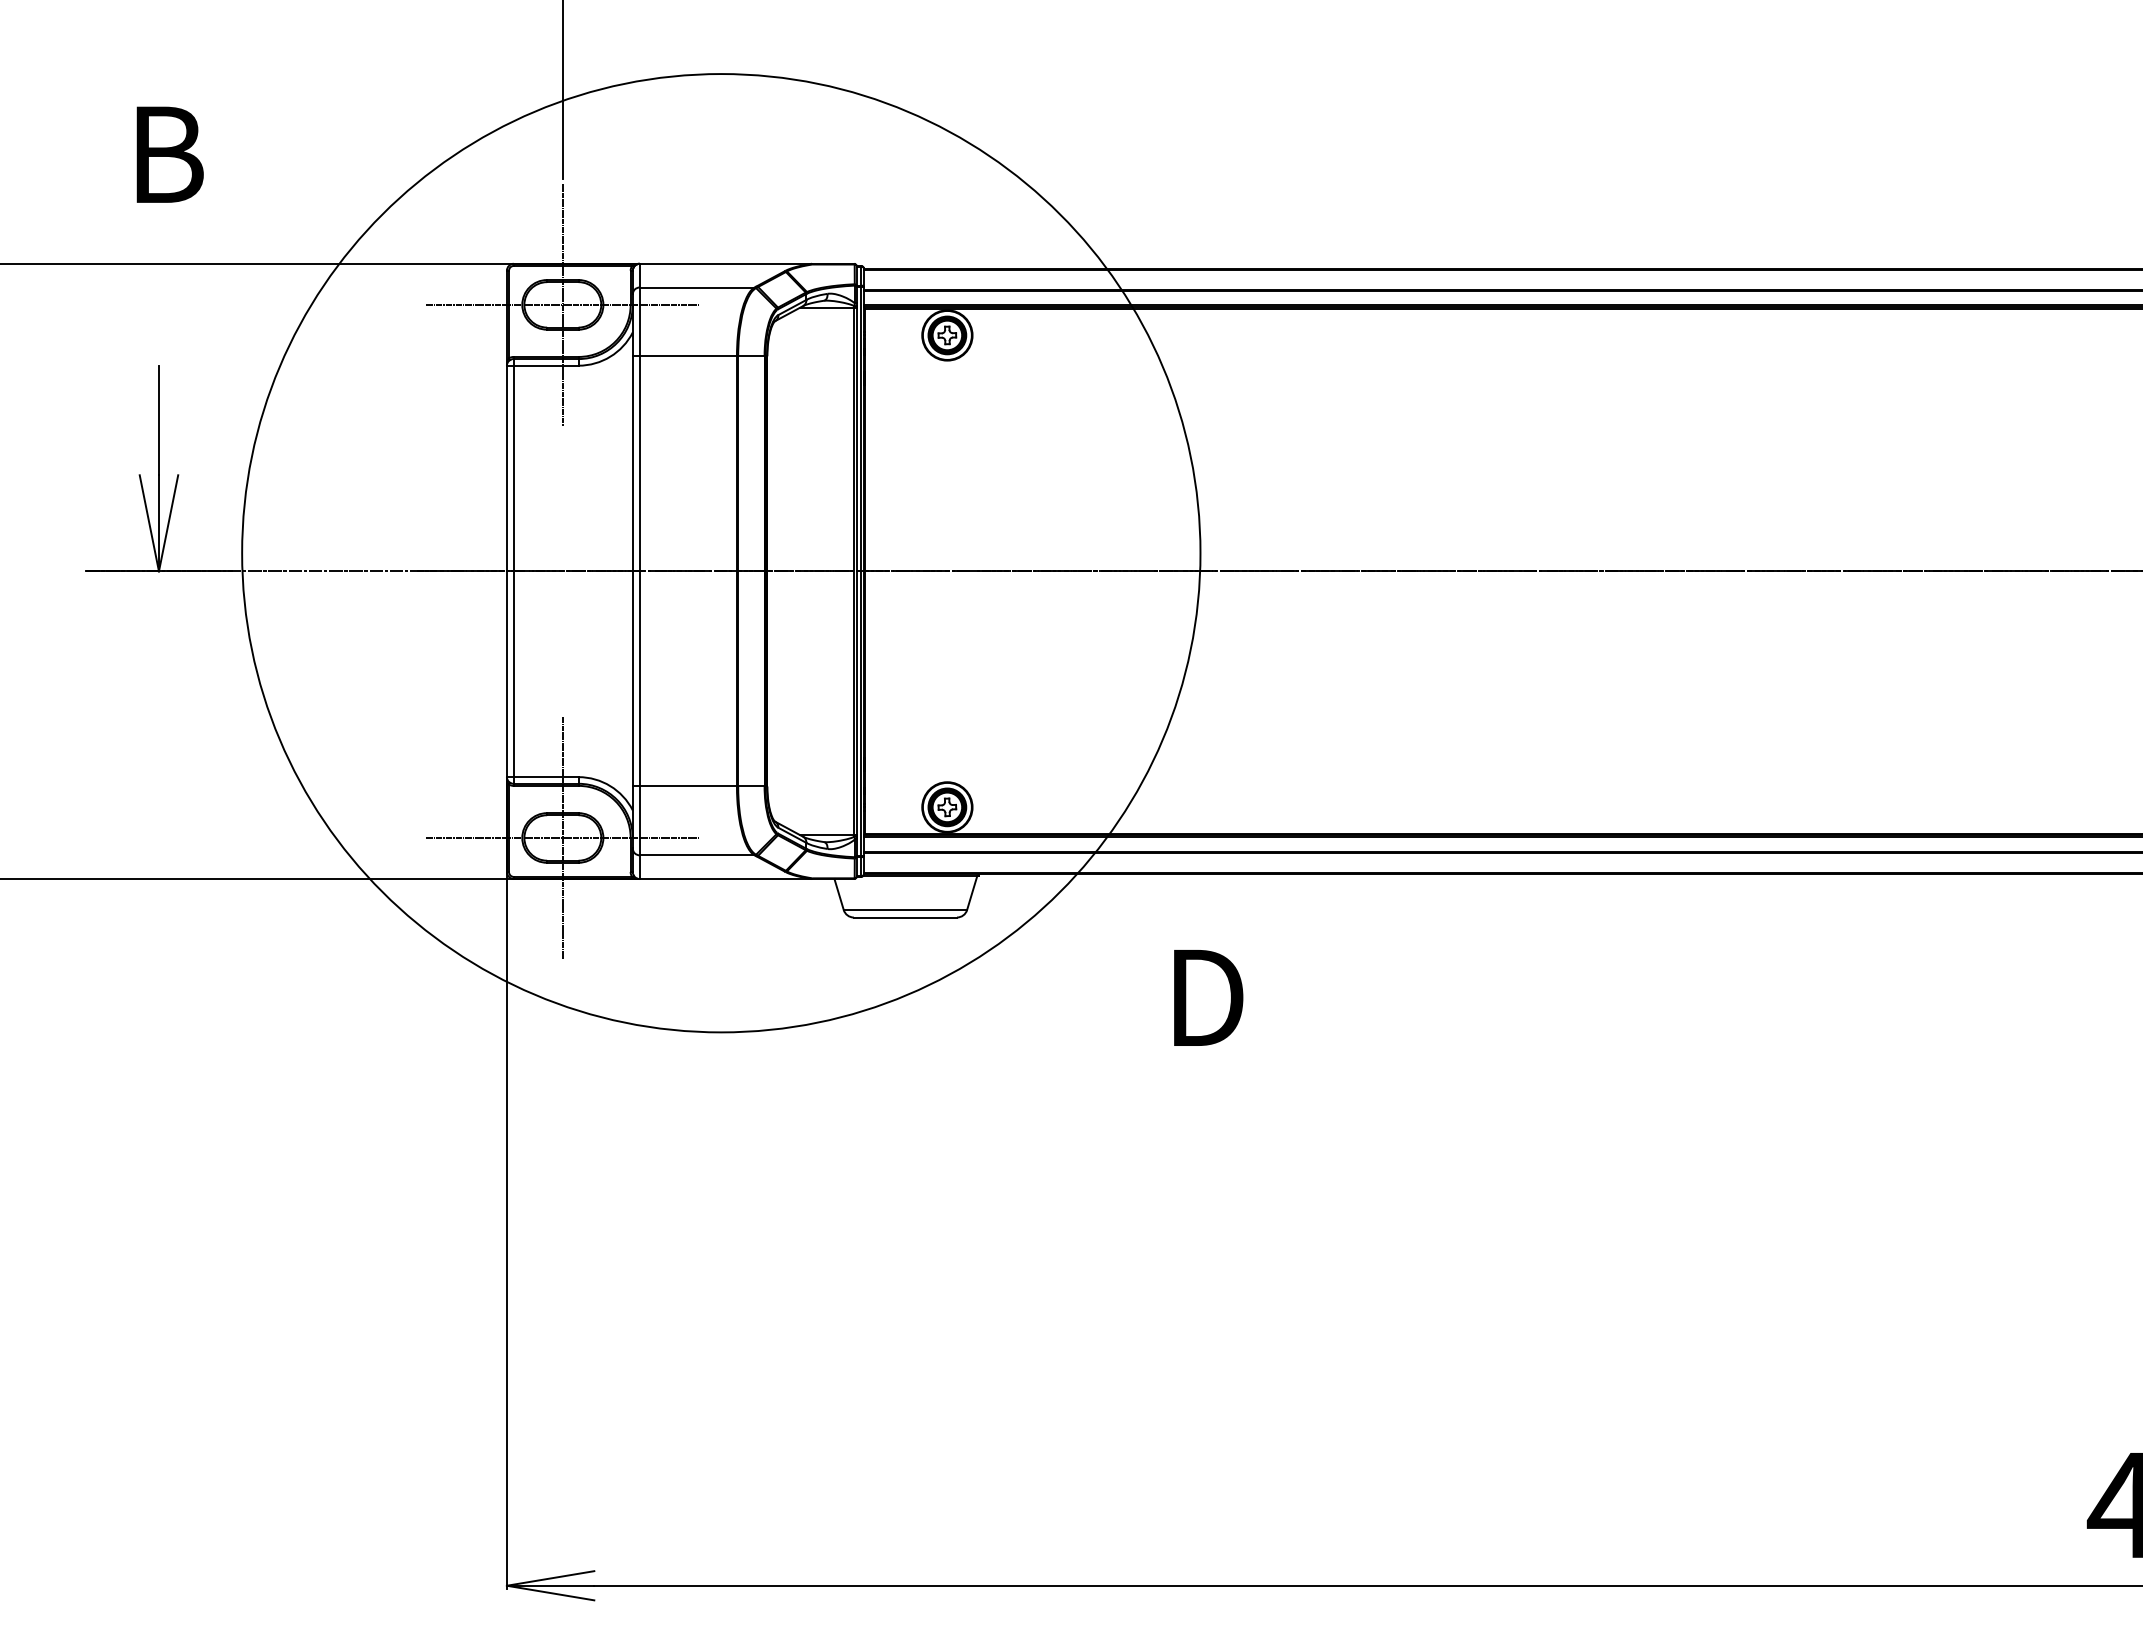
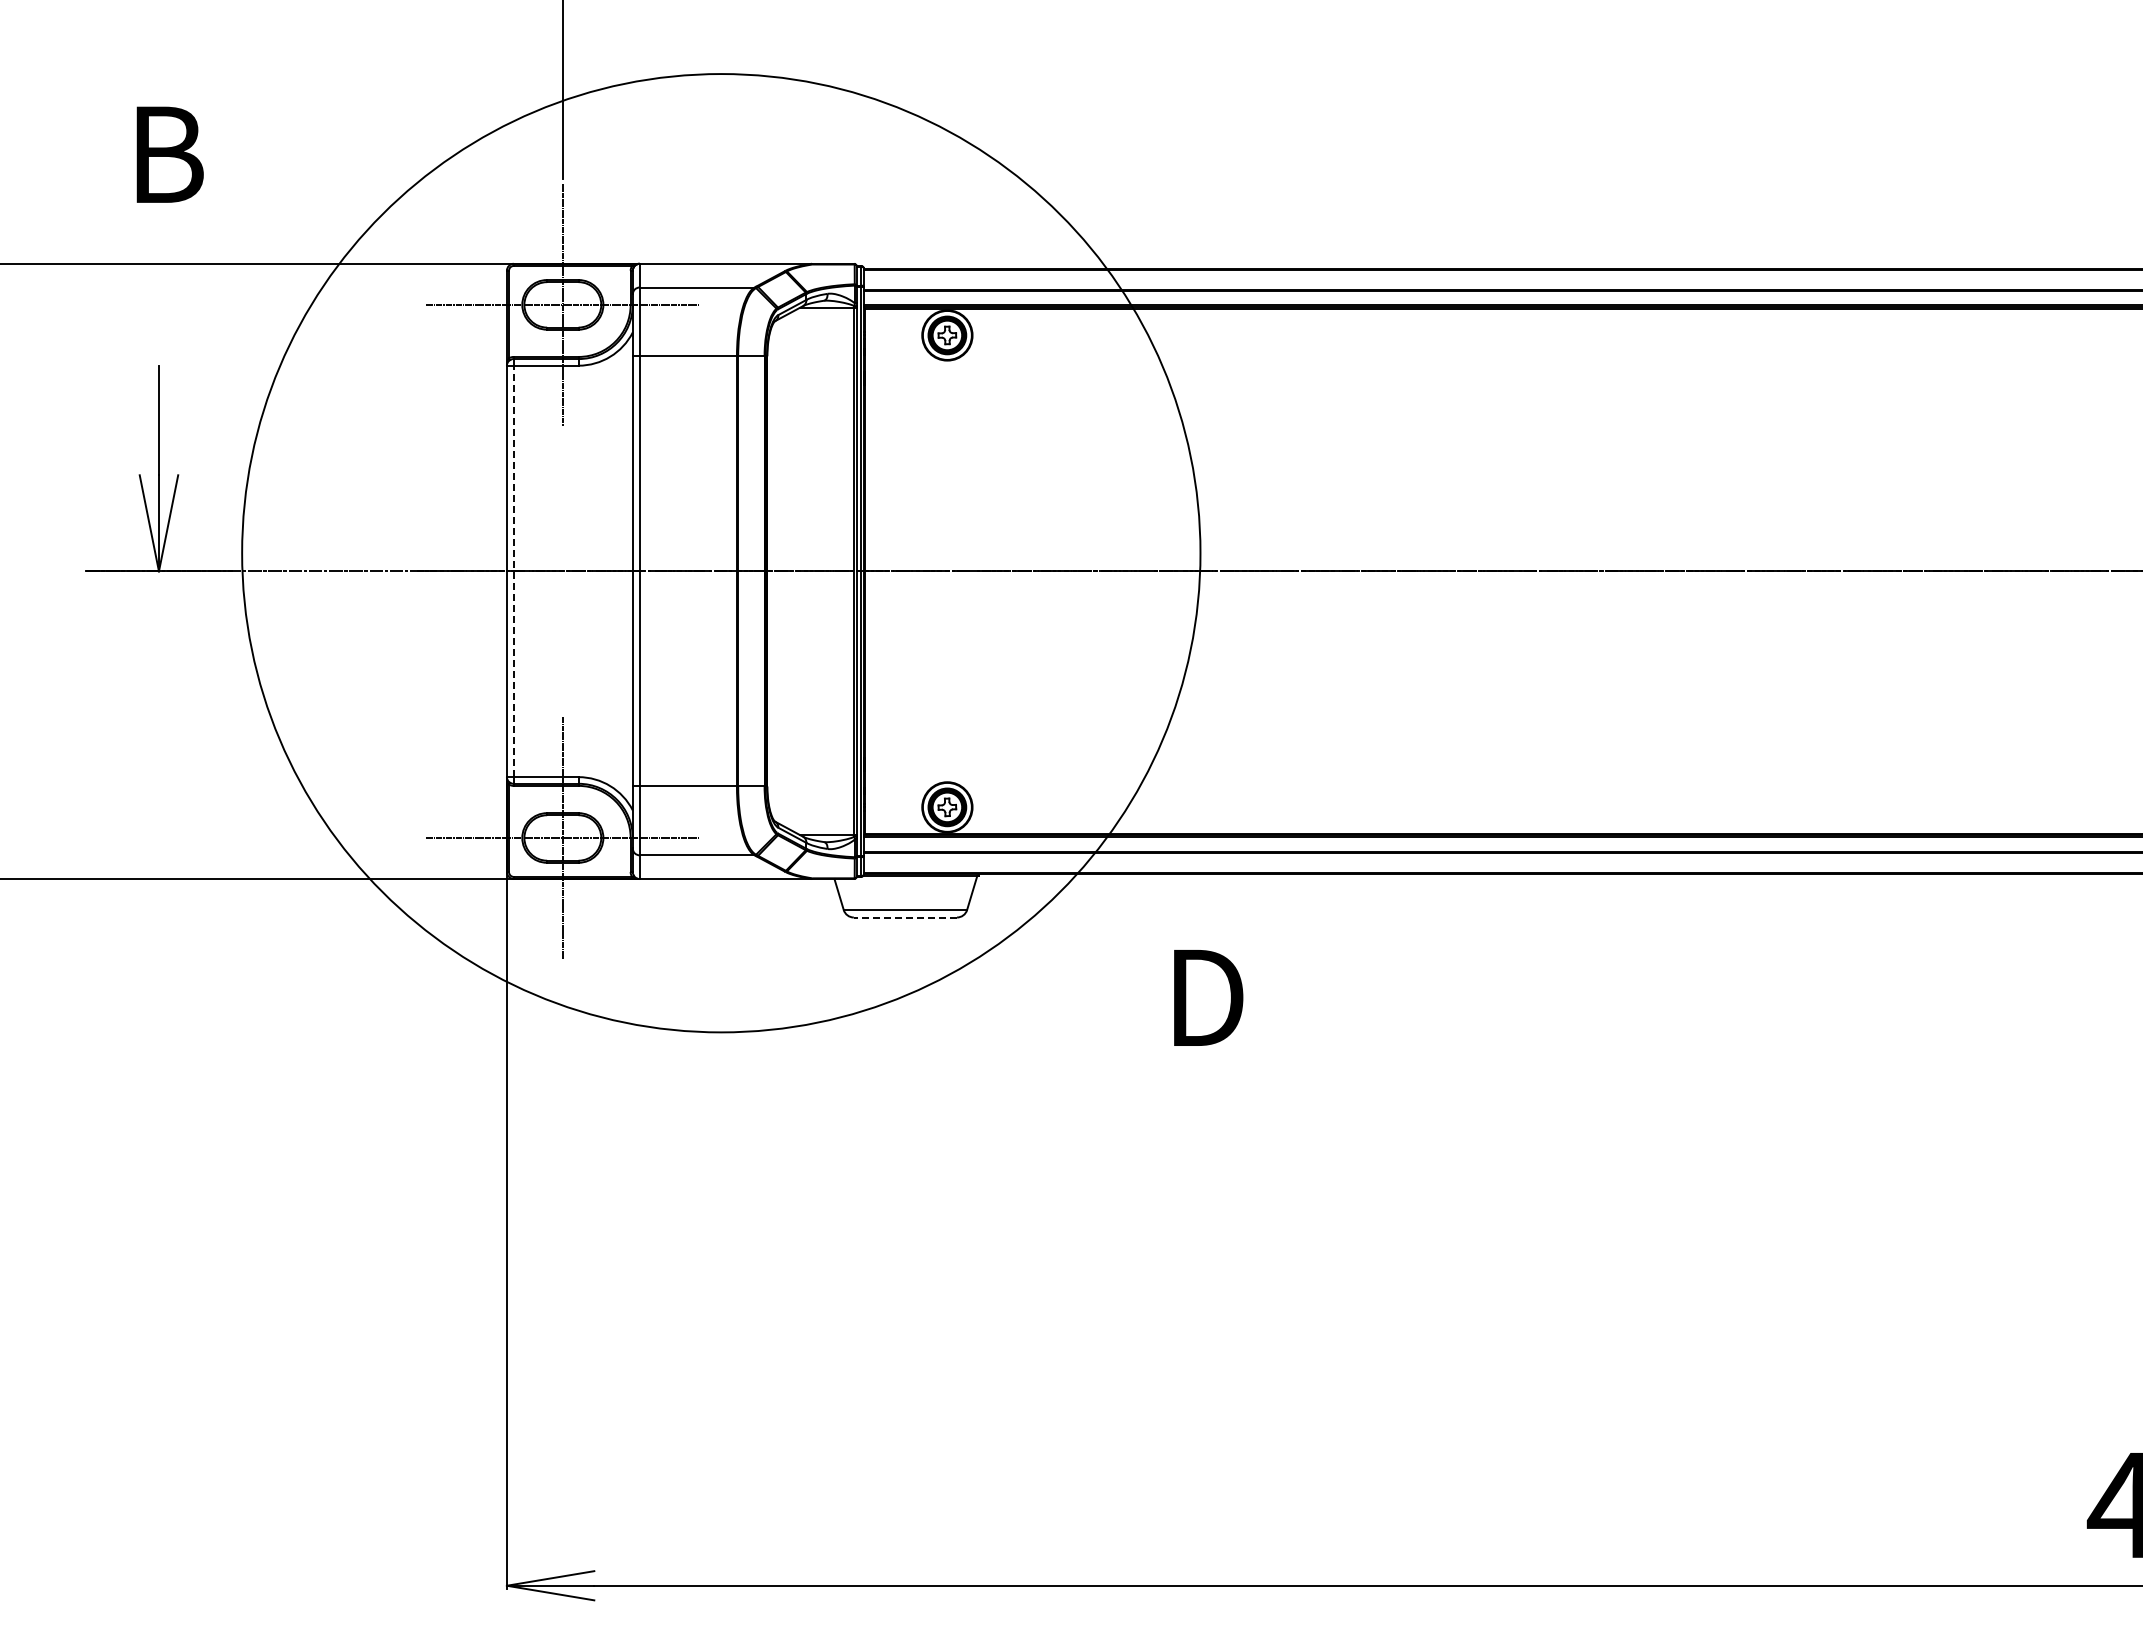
line at (513, 571): solid -> dashed
line at (905, 917): solid -> dashed
